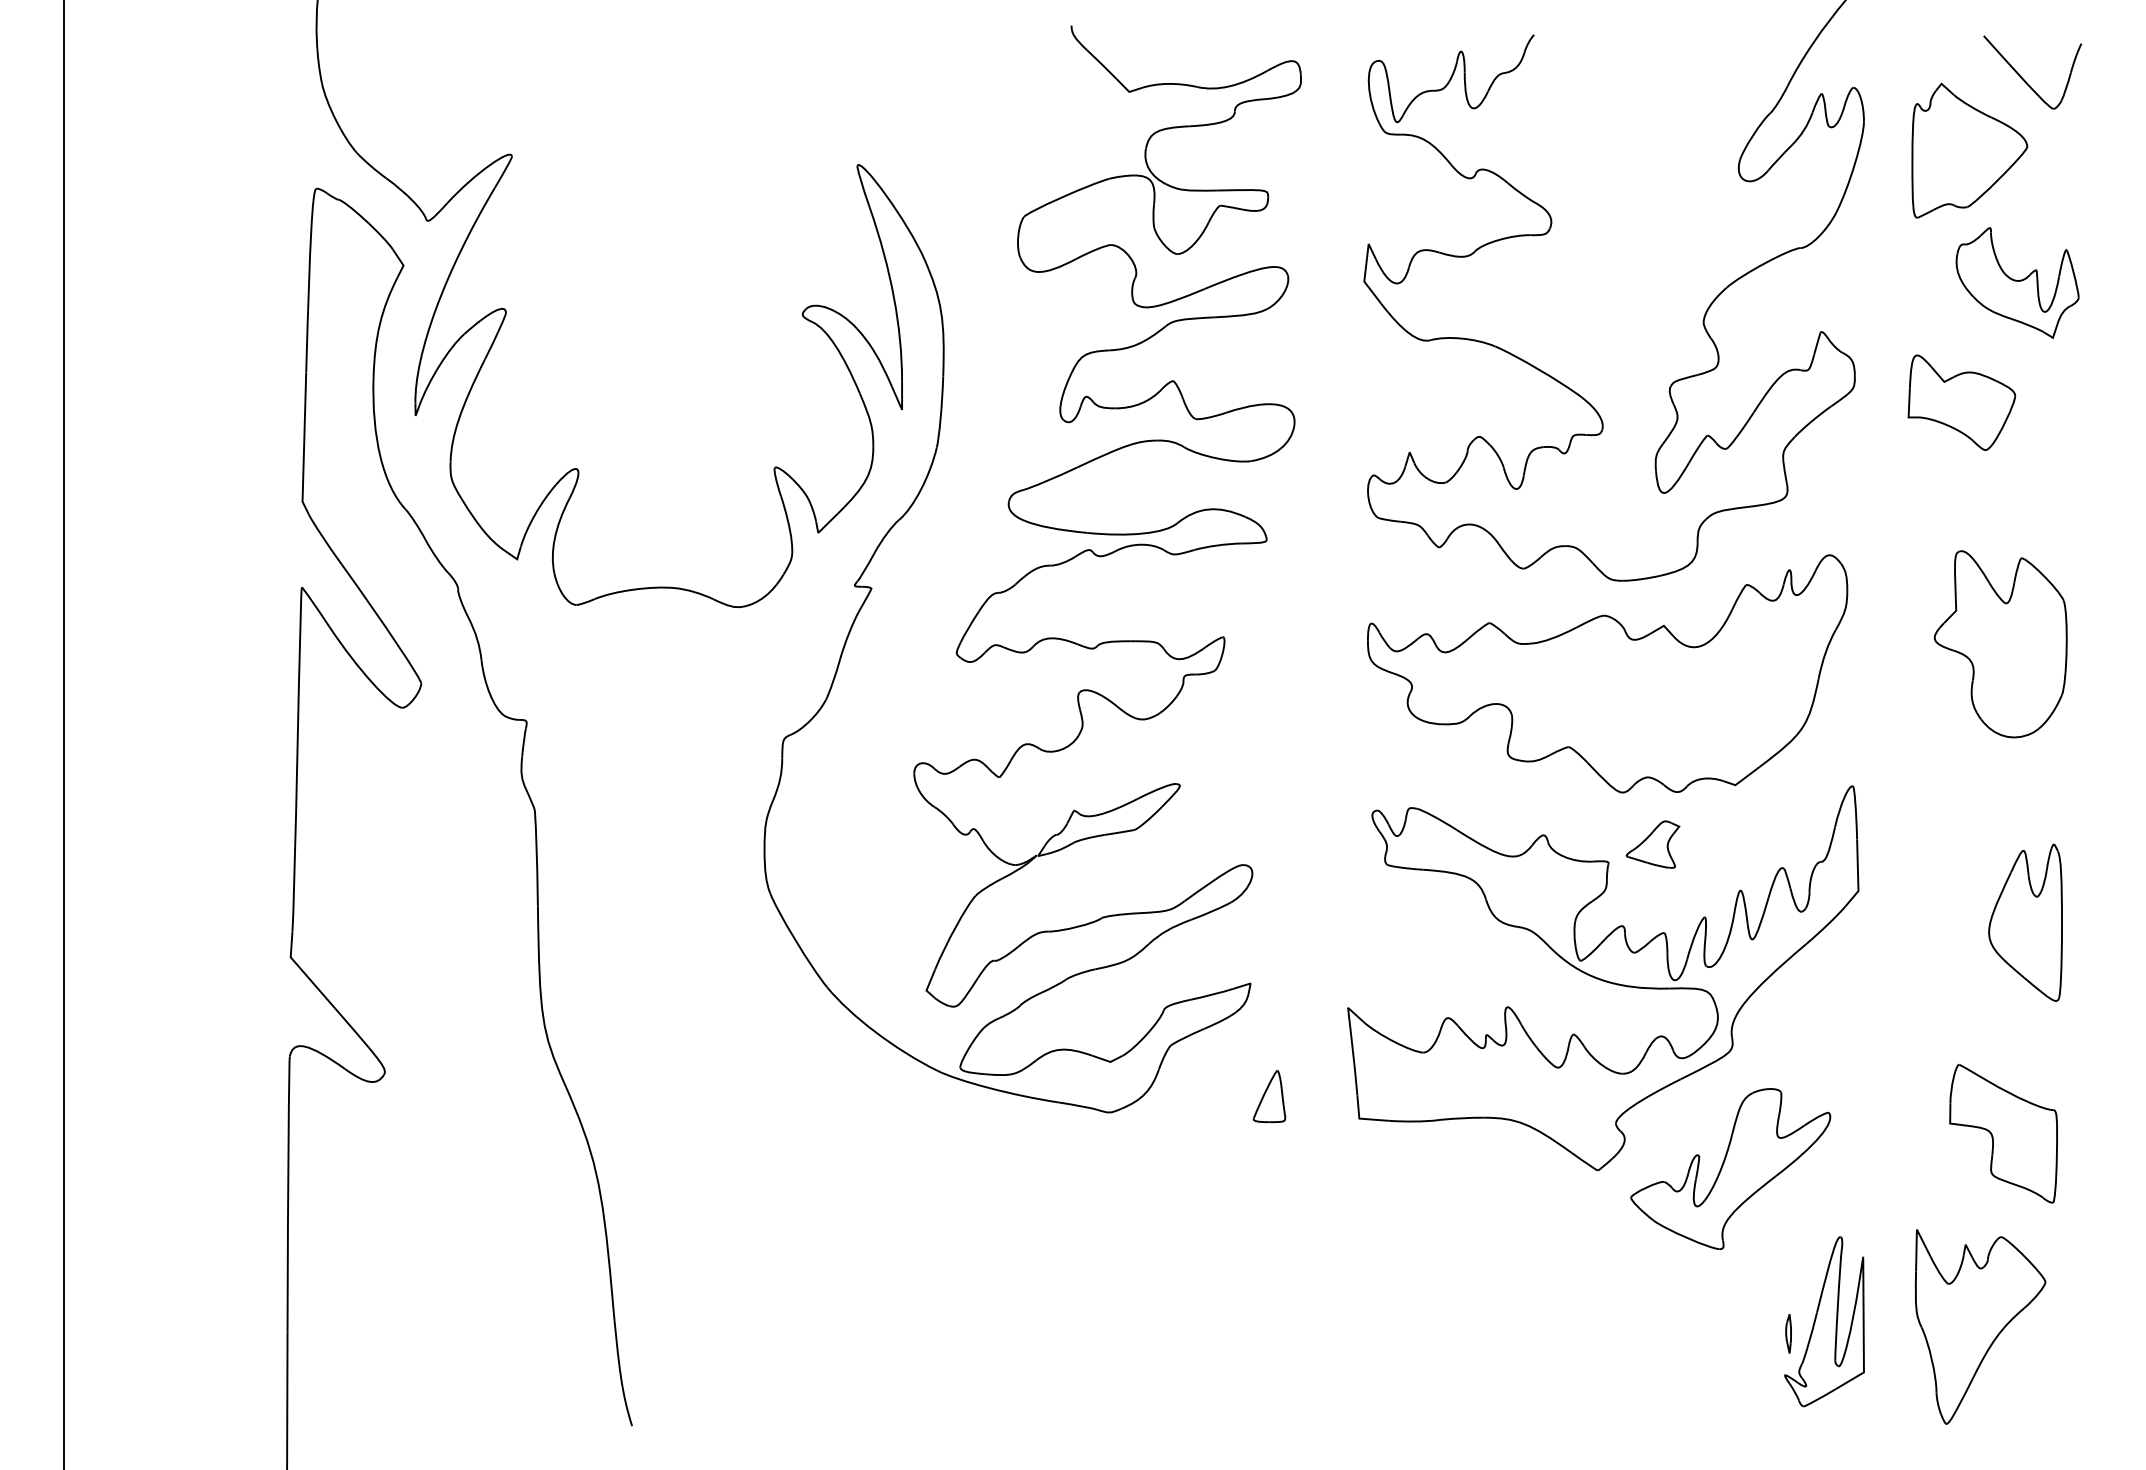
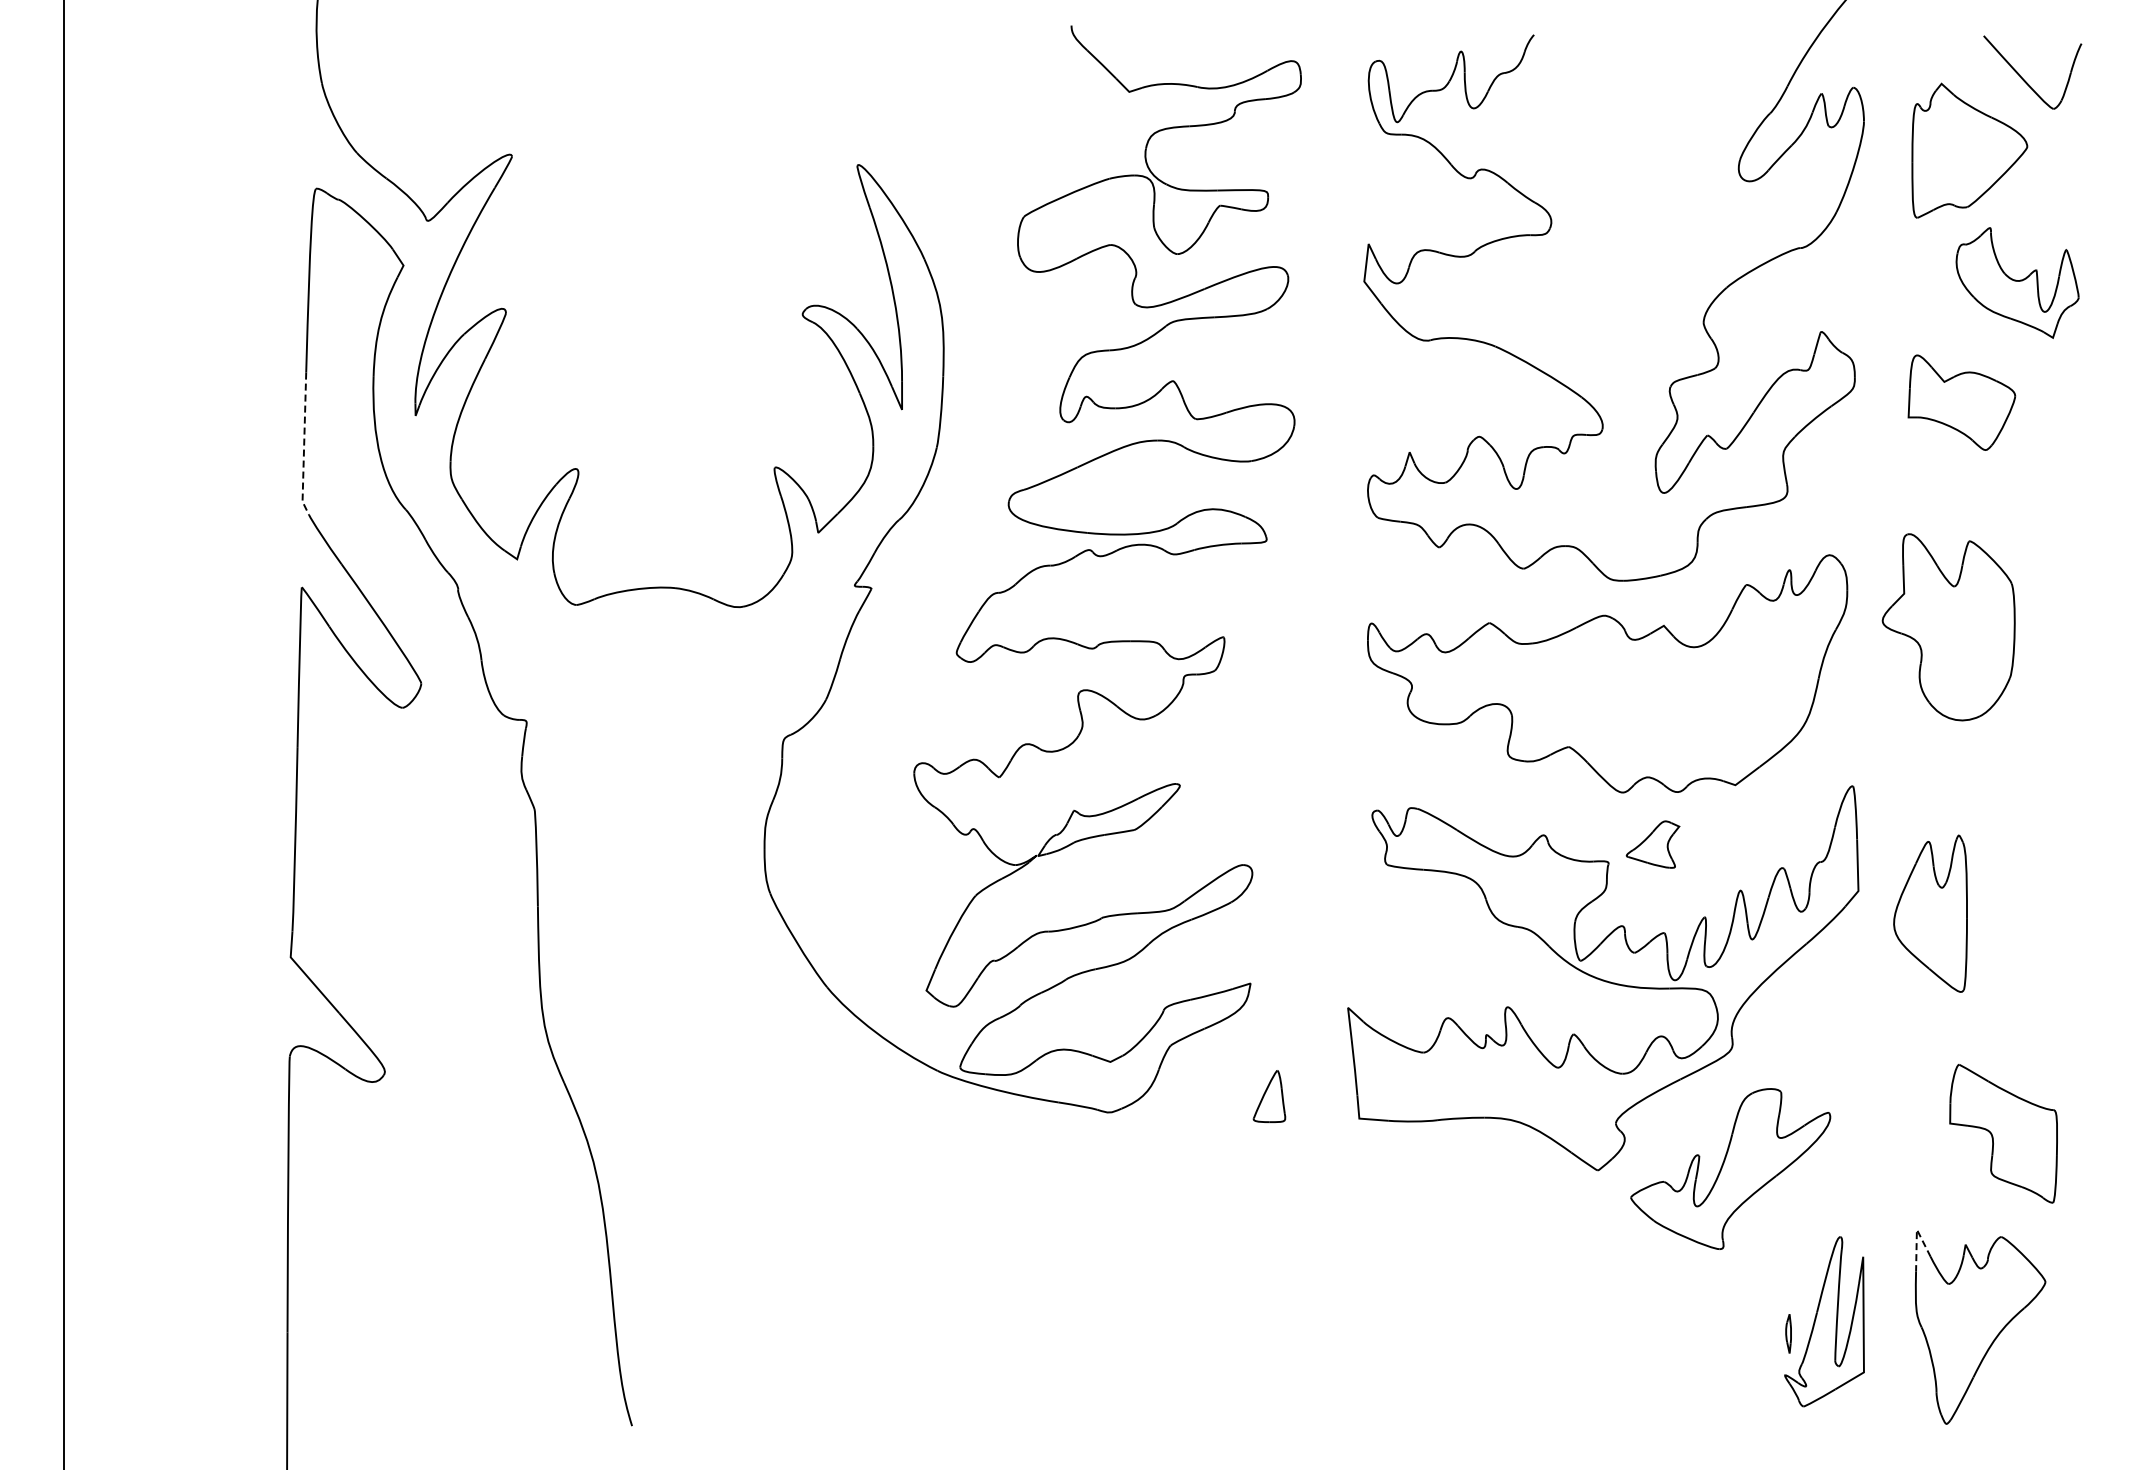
line at (304, 445): solid -> dashed
part at (2000, 644) position: (2000, 644) -> (1948, 627)
part at (2025, 922) position: (2025, 922) -> (1930, 913)
line at (1916, 1235): solid -> dashed
